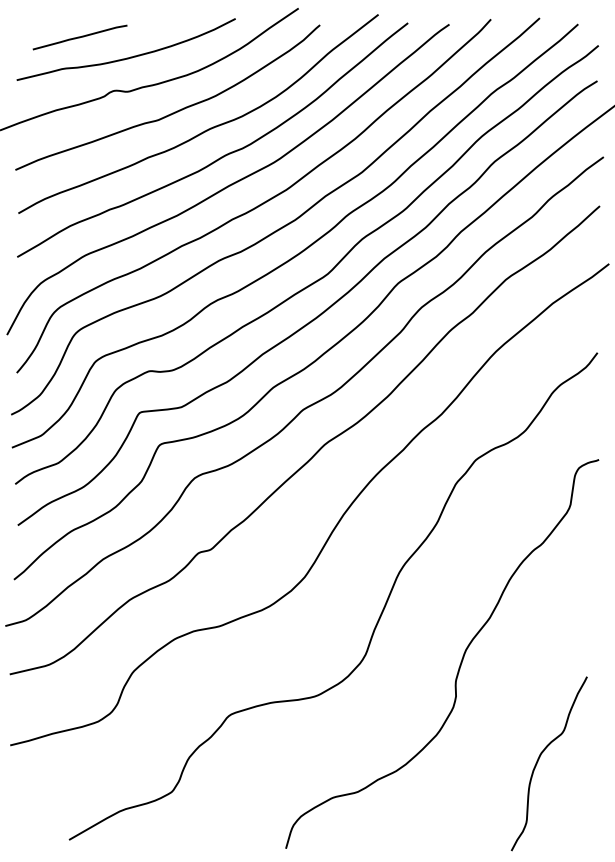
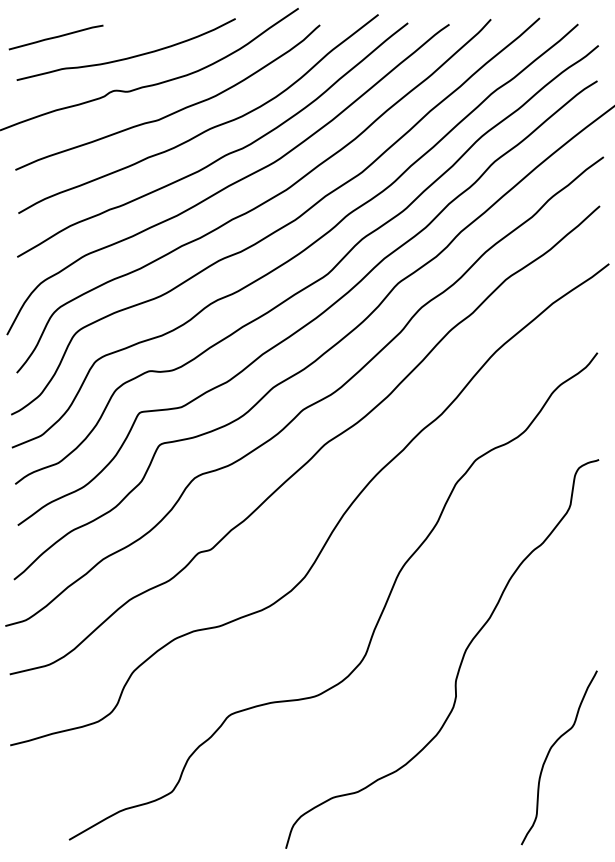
line at (79, 37) position: (79, 37) -> (55, 37)
curve at (539, 759) position: (539, 759) -> (549, 753)
